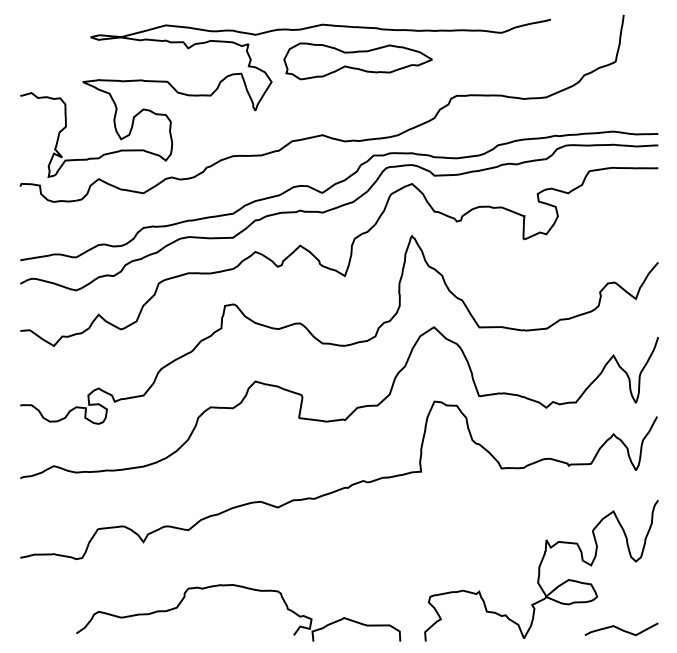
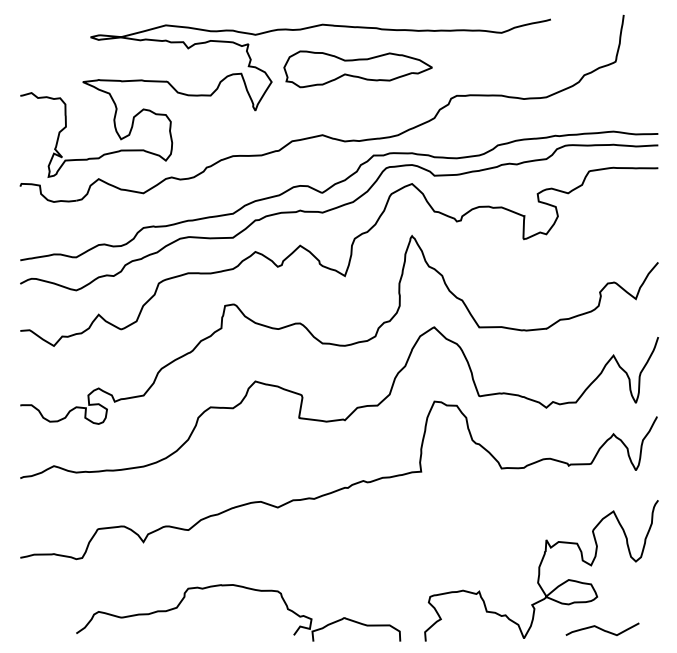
part at (357, 61) position: (357, 61) -> (357, 69)
curve at (621, 628) position: (621, 628) -> (602, 628)
